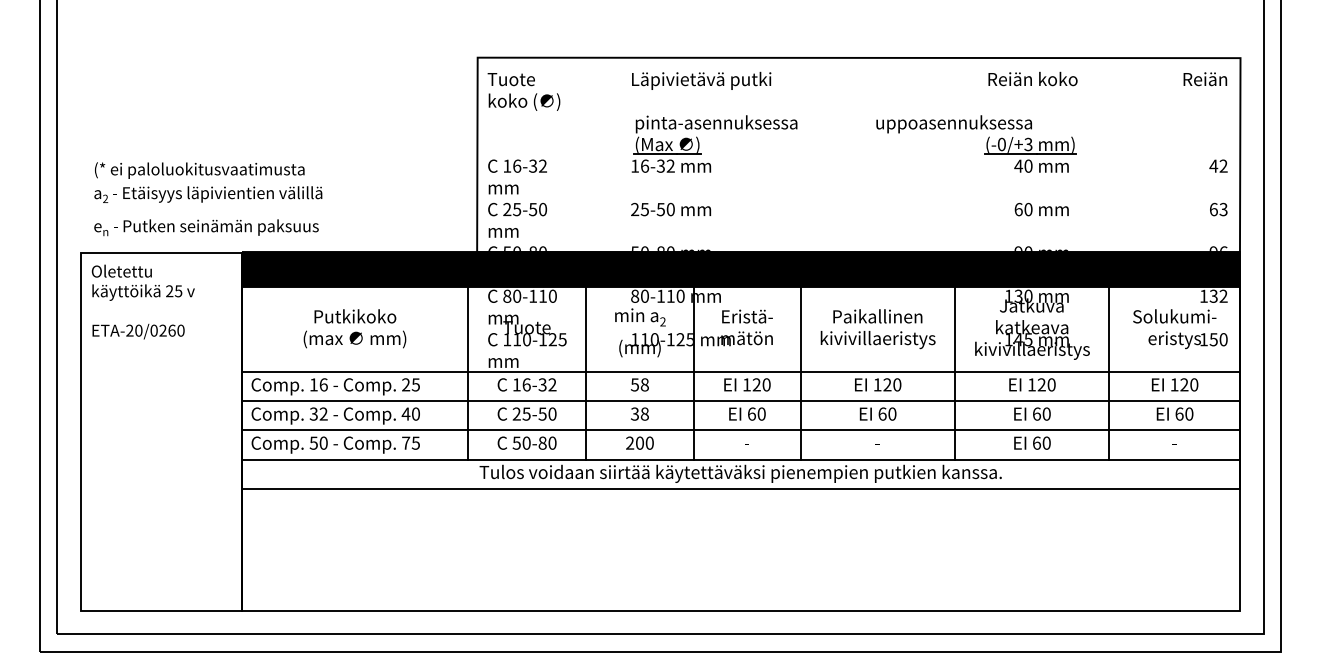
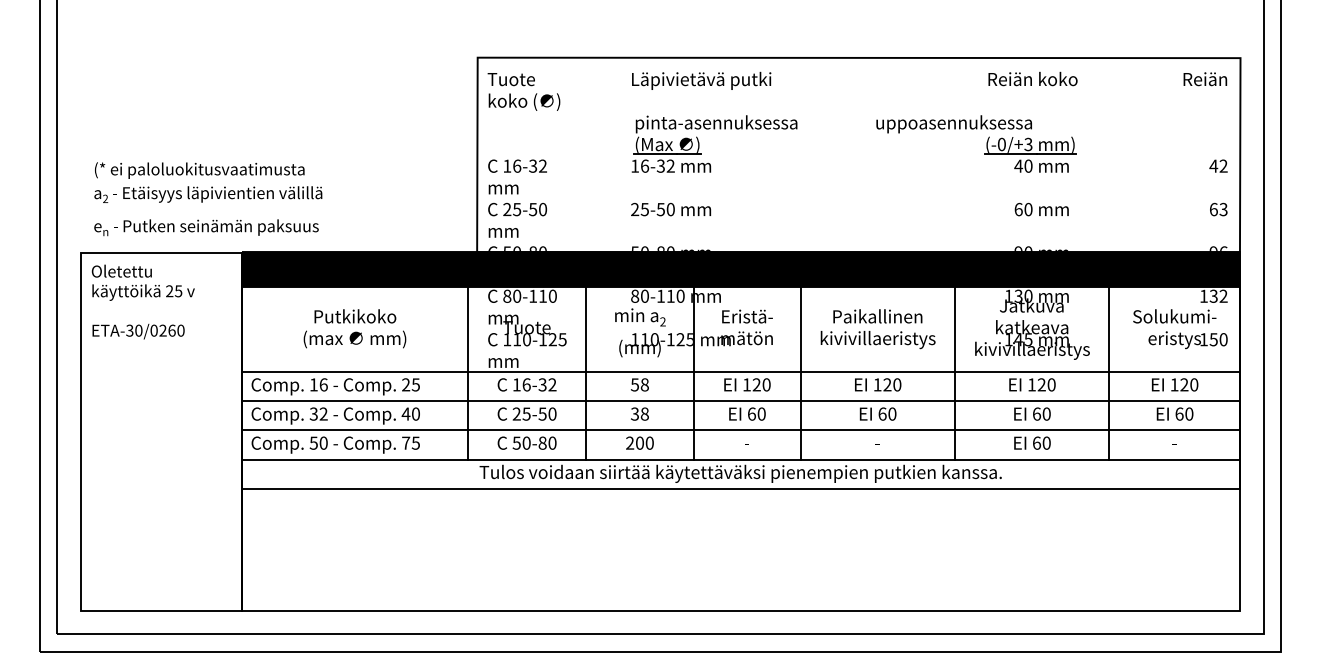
text at (129, 330): ETA-20/0260 -> ETA-30/0260
